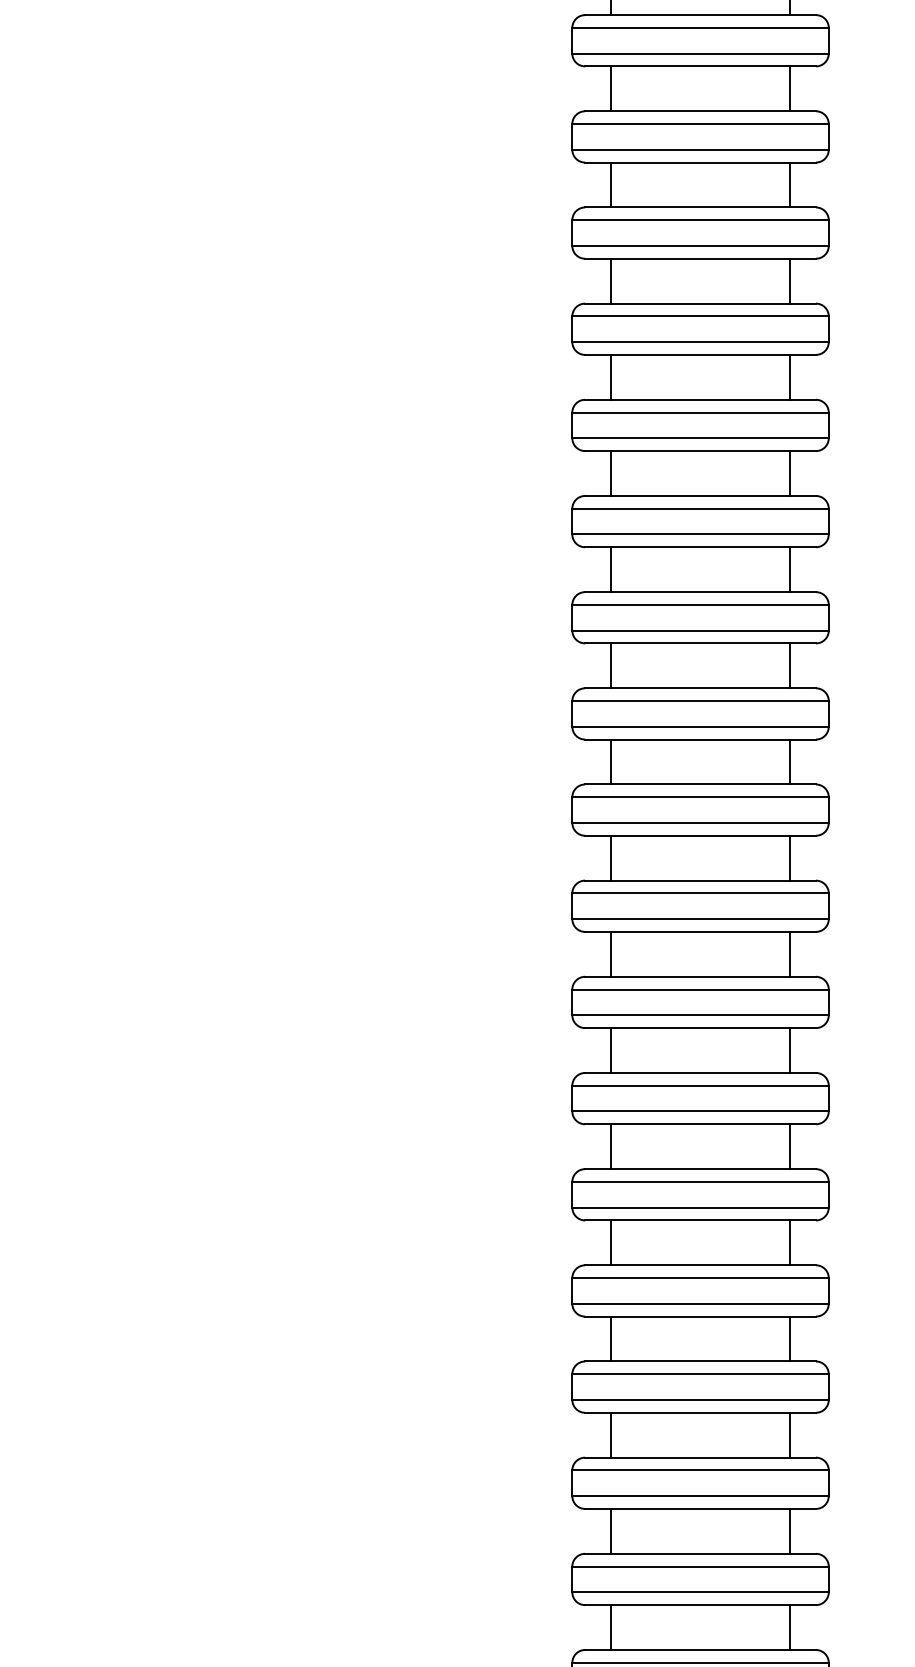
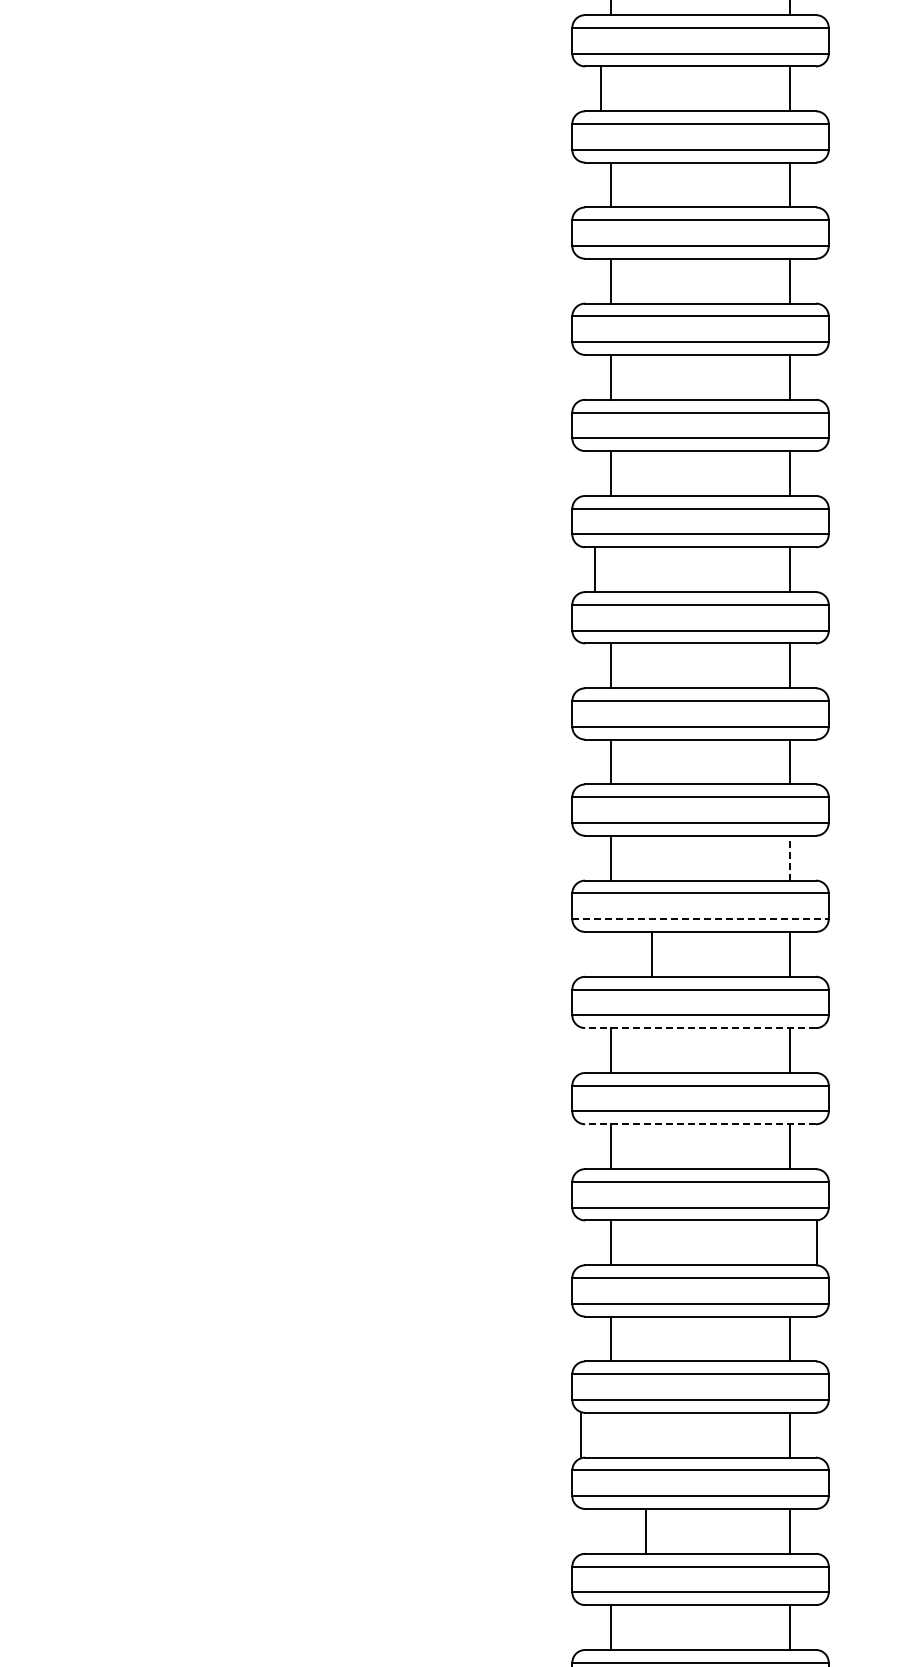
line at (610, 88) position: (610, 88) -> (600, 88)
line at (610, 569) position: (610, 569) -> (594, 569)
line at (790, 857): solid -> dashed
line at (701, 919): solid -> dashed
line at (610, 953) position: (610, 953) -> (651, 953)
line at (700, 1028): solid -> dashed
line at (700, 1124): solid -> dashed
line at (790, 1242) position: (790, 1242) -> (817, 1242)
line at (610, 1434) position: (610, 1434) -> (580, 1434)
line at (610, 1530) position: (610, 1530) -> (645, 1530)
